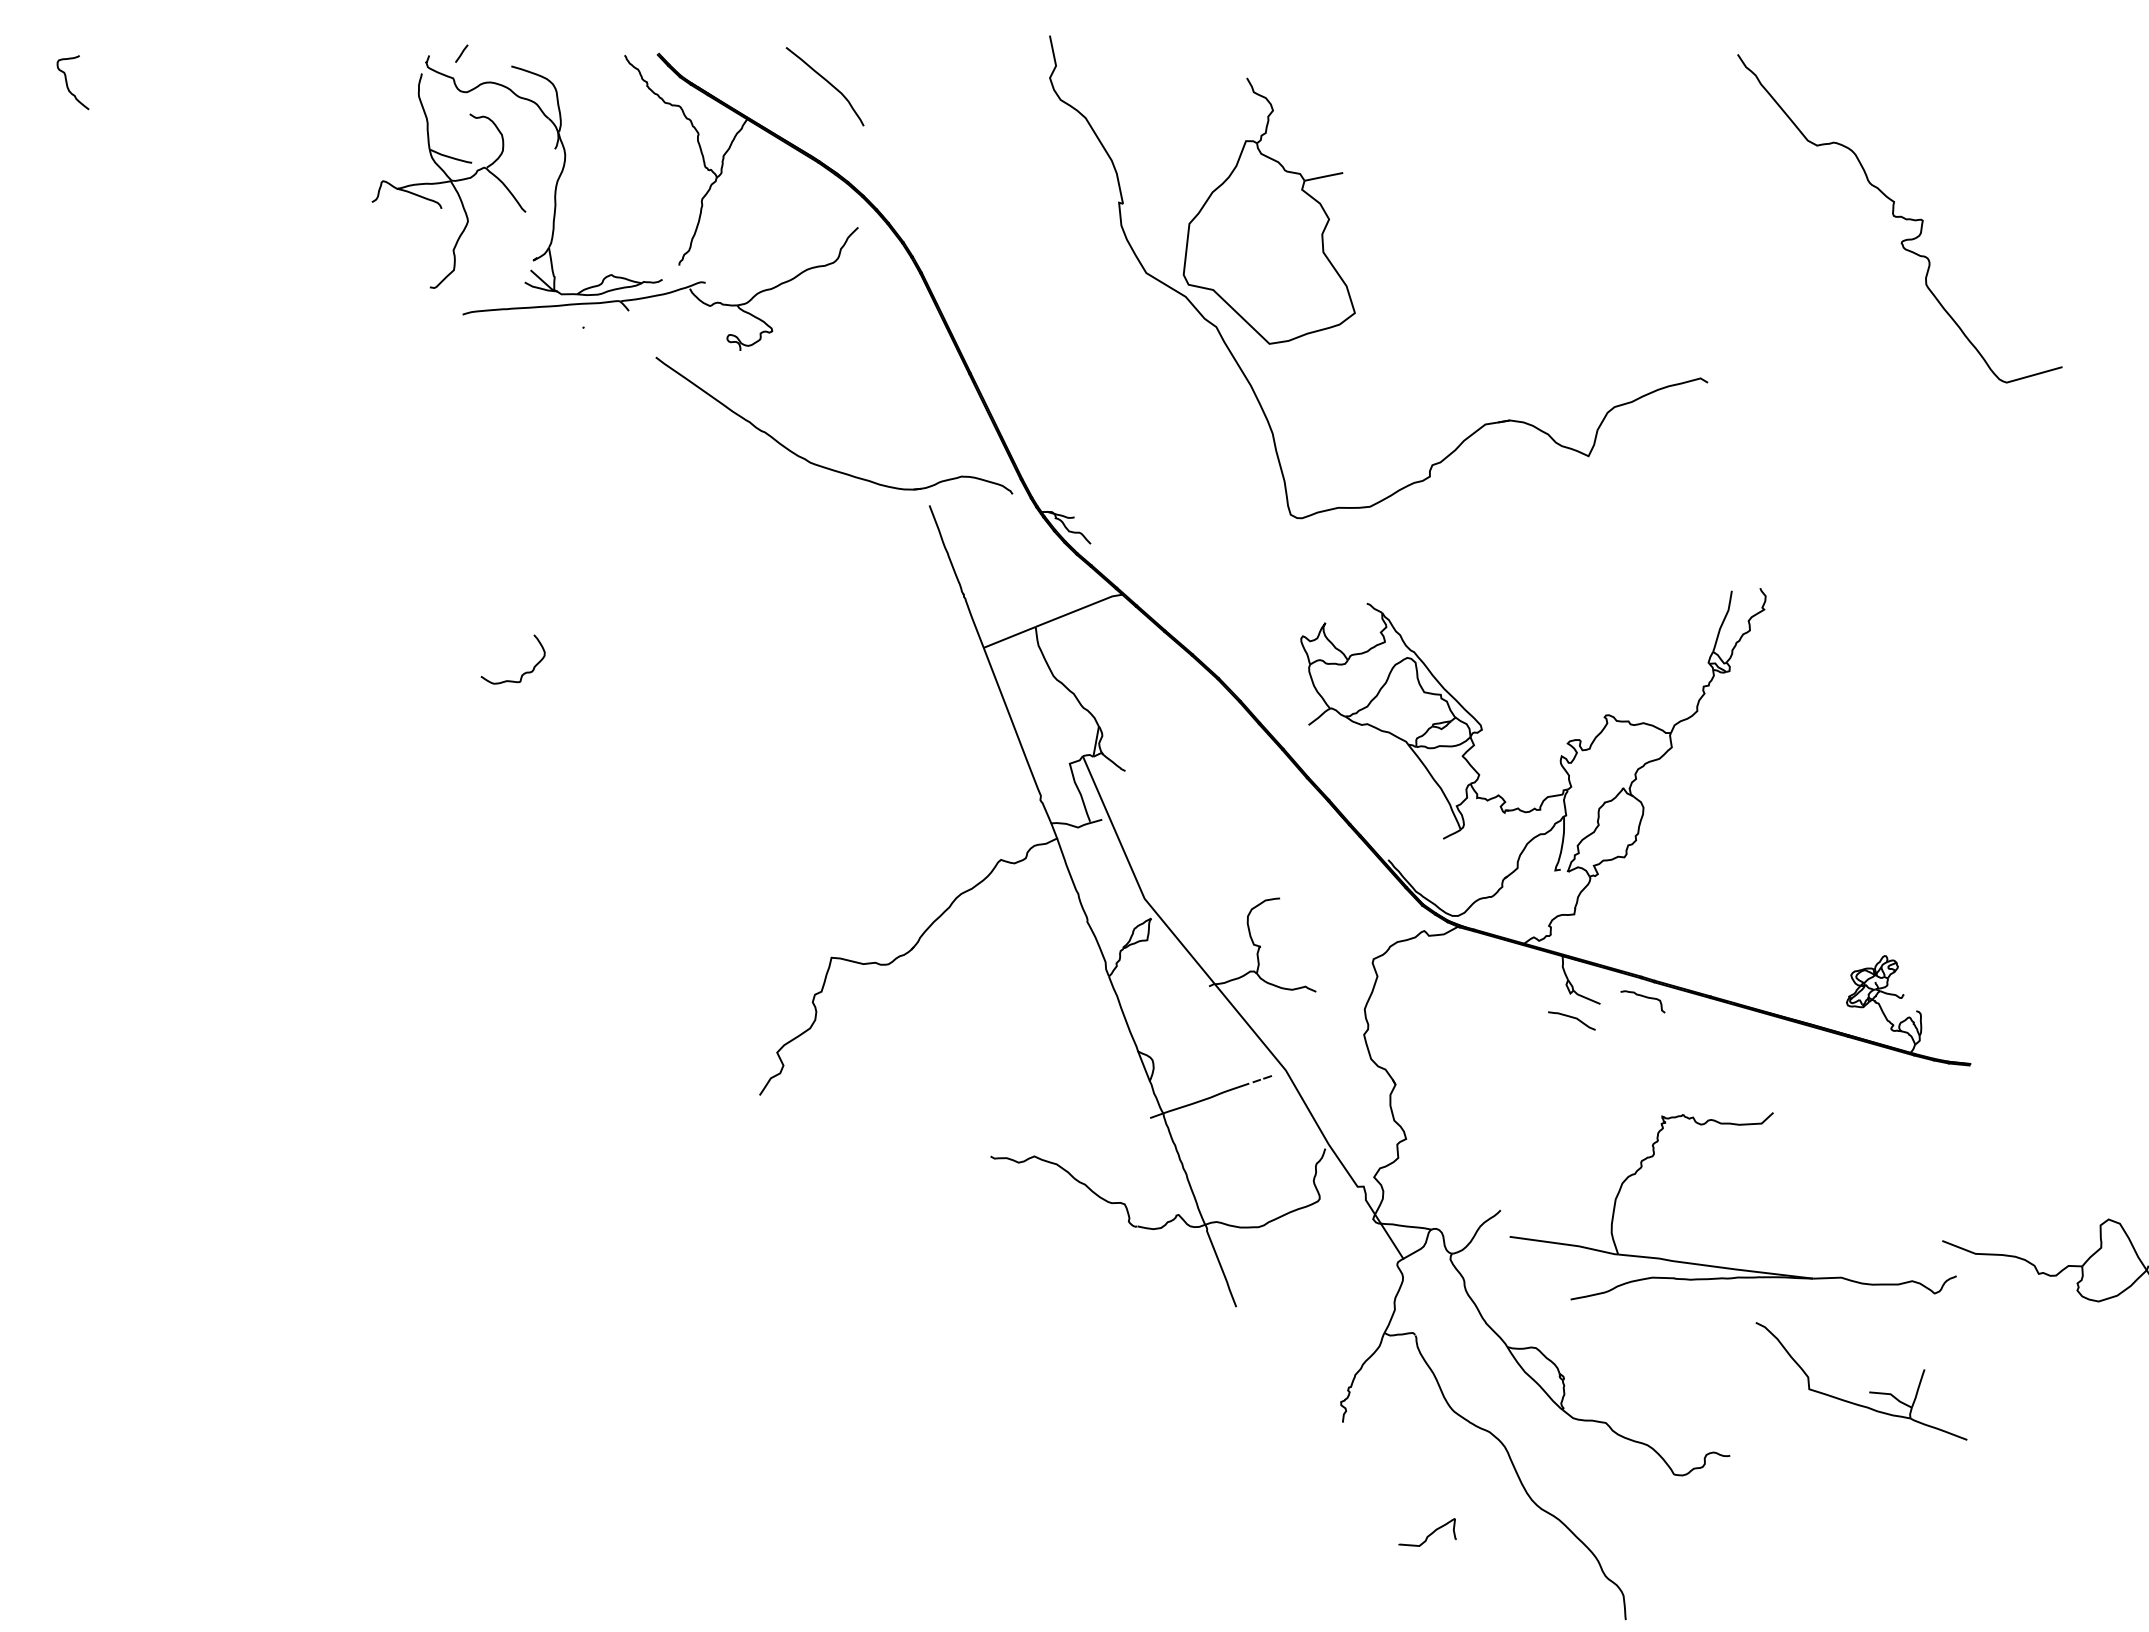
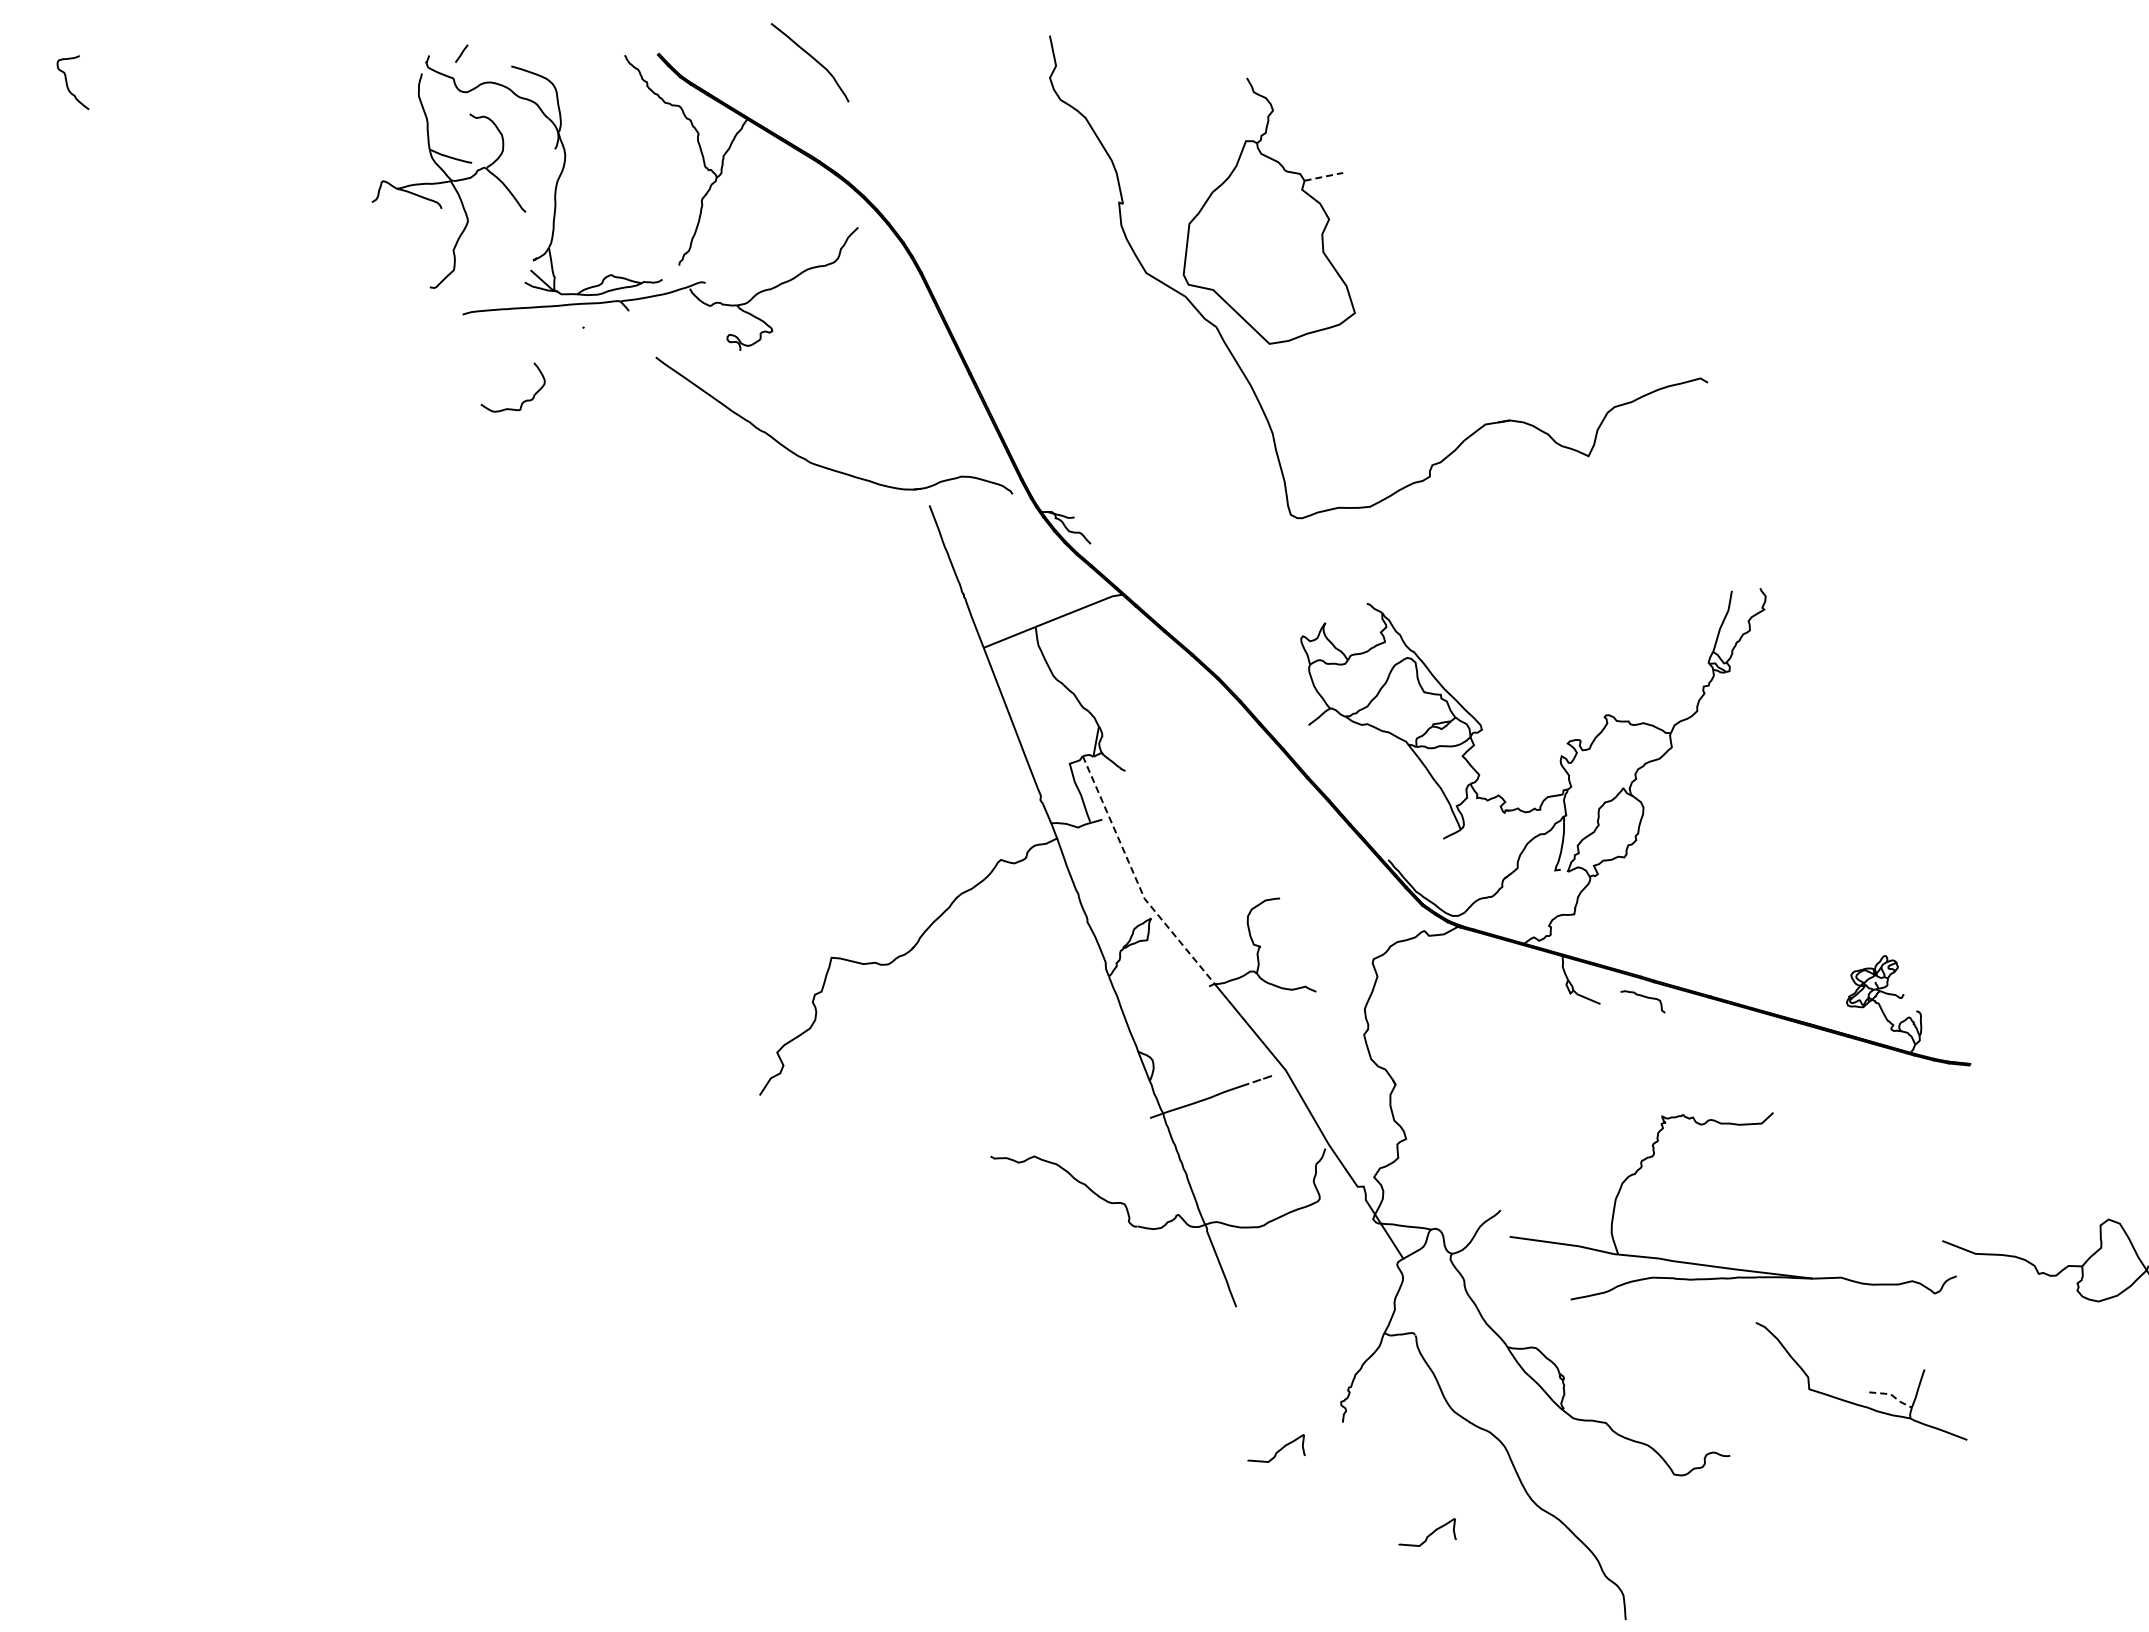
curve at (827, 82) position: (827, 82) -> (812, 58)
line at (1324, 176): solid -> dashed
curve at (1899, 217): present -> none
curve at (521, 674) position: (521, 674) -> (521, 402)
line at (1135, 878): solid -> dashed
curve at (1572, 1018): present -> none
line at (1892, 1395): solid -> dashed
curve at (1278, 1450): none -> present
